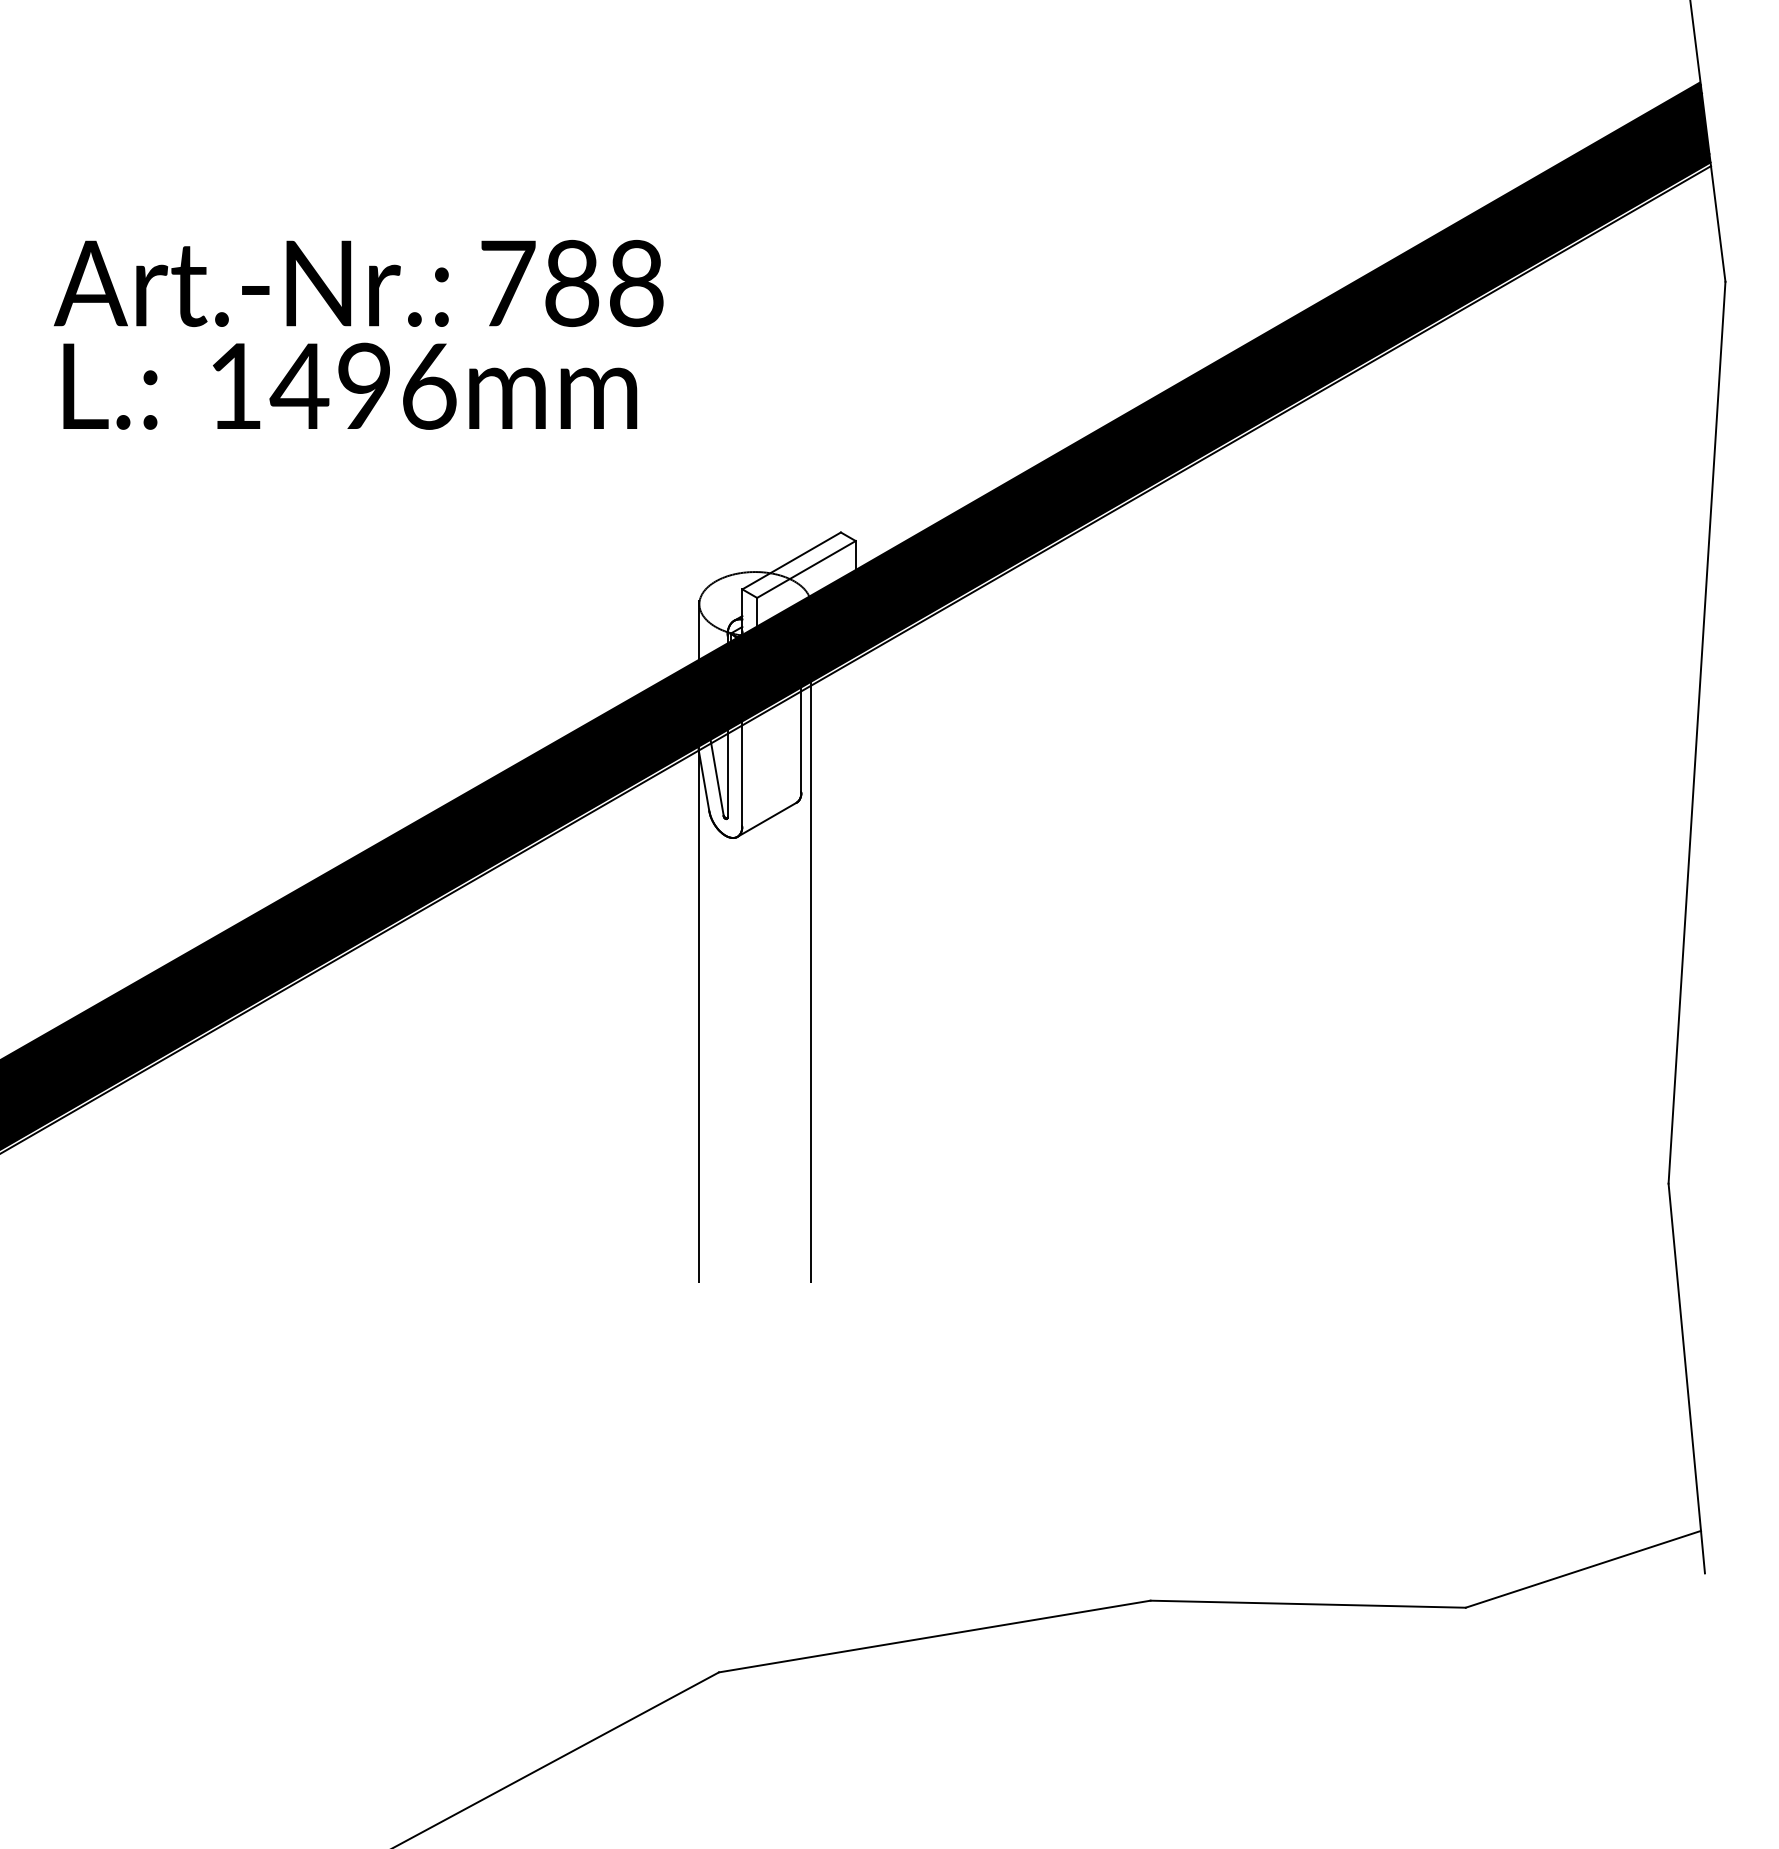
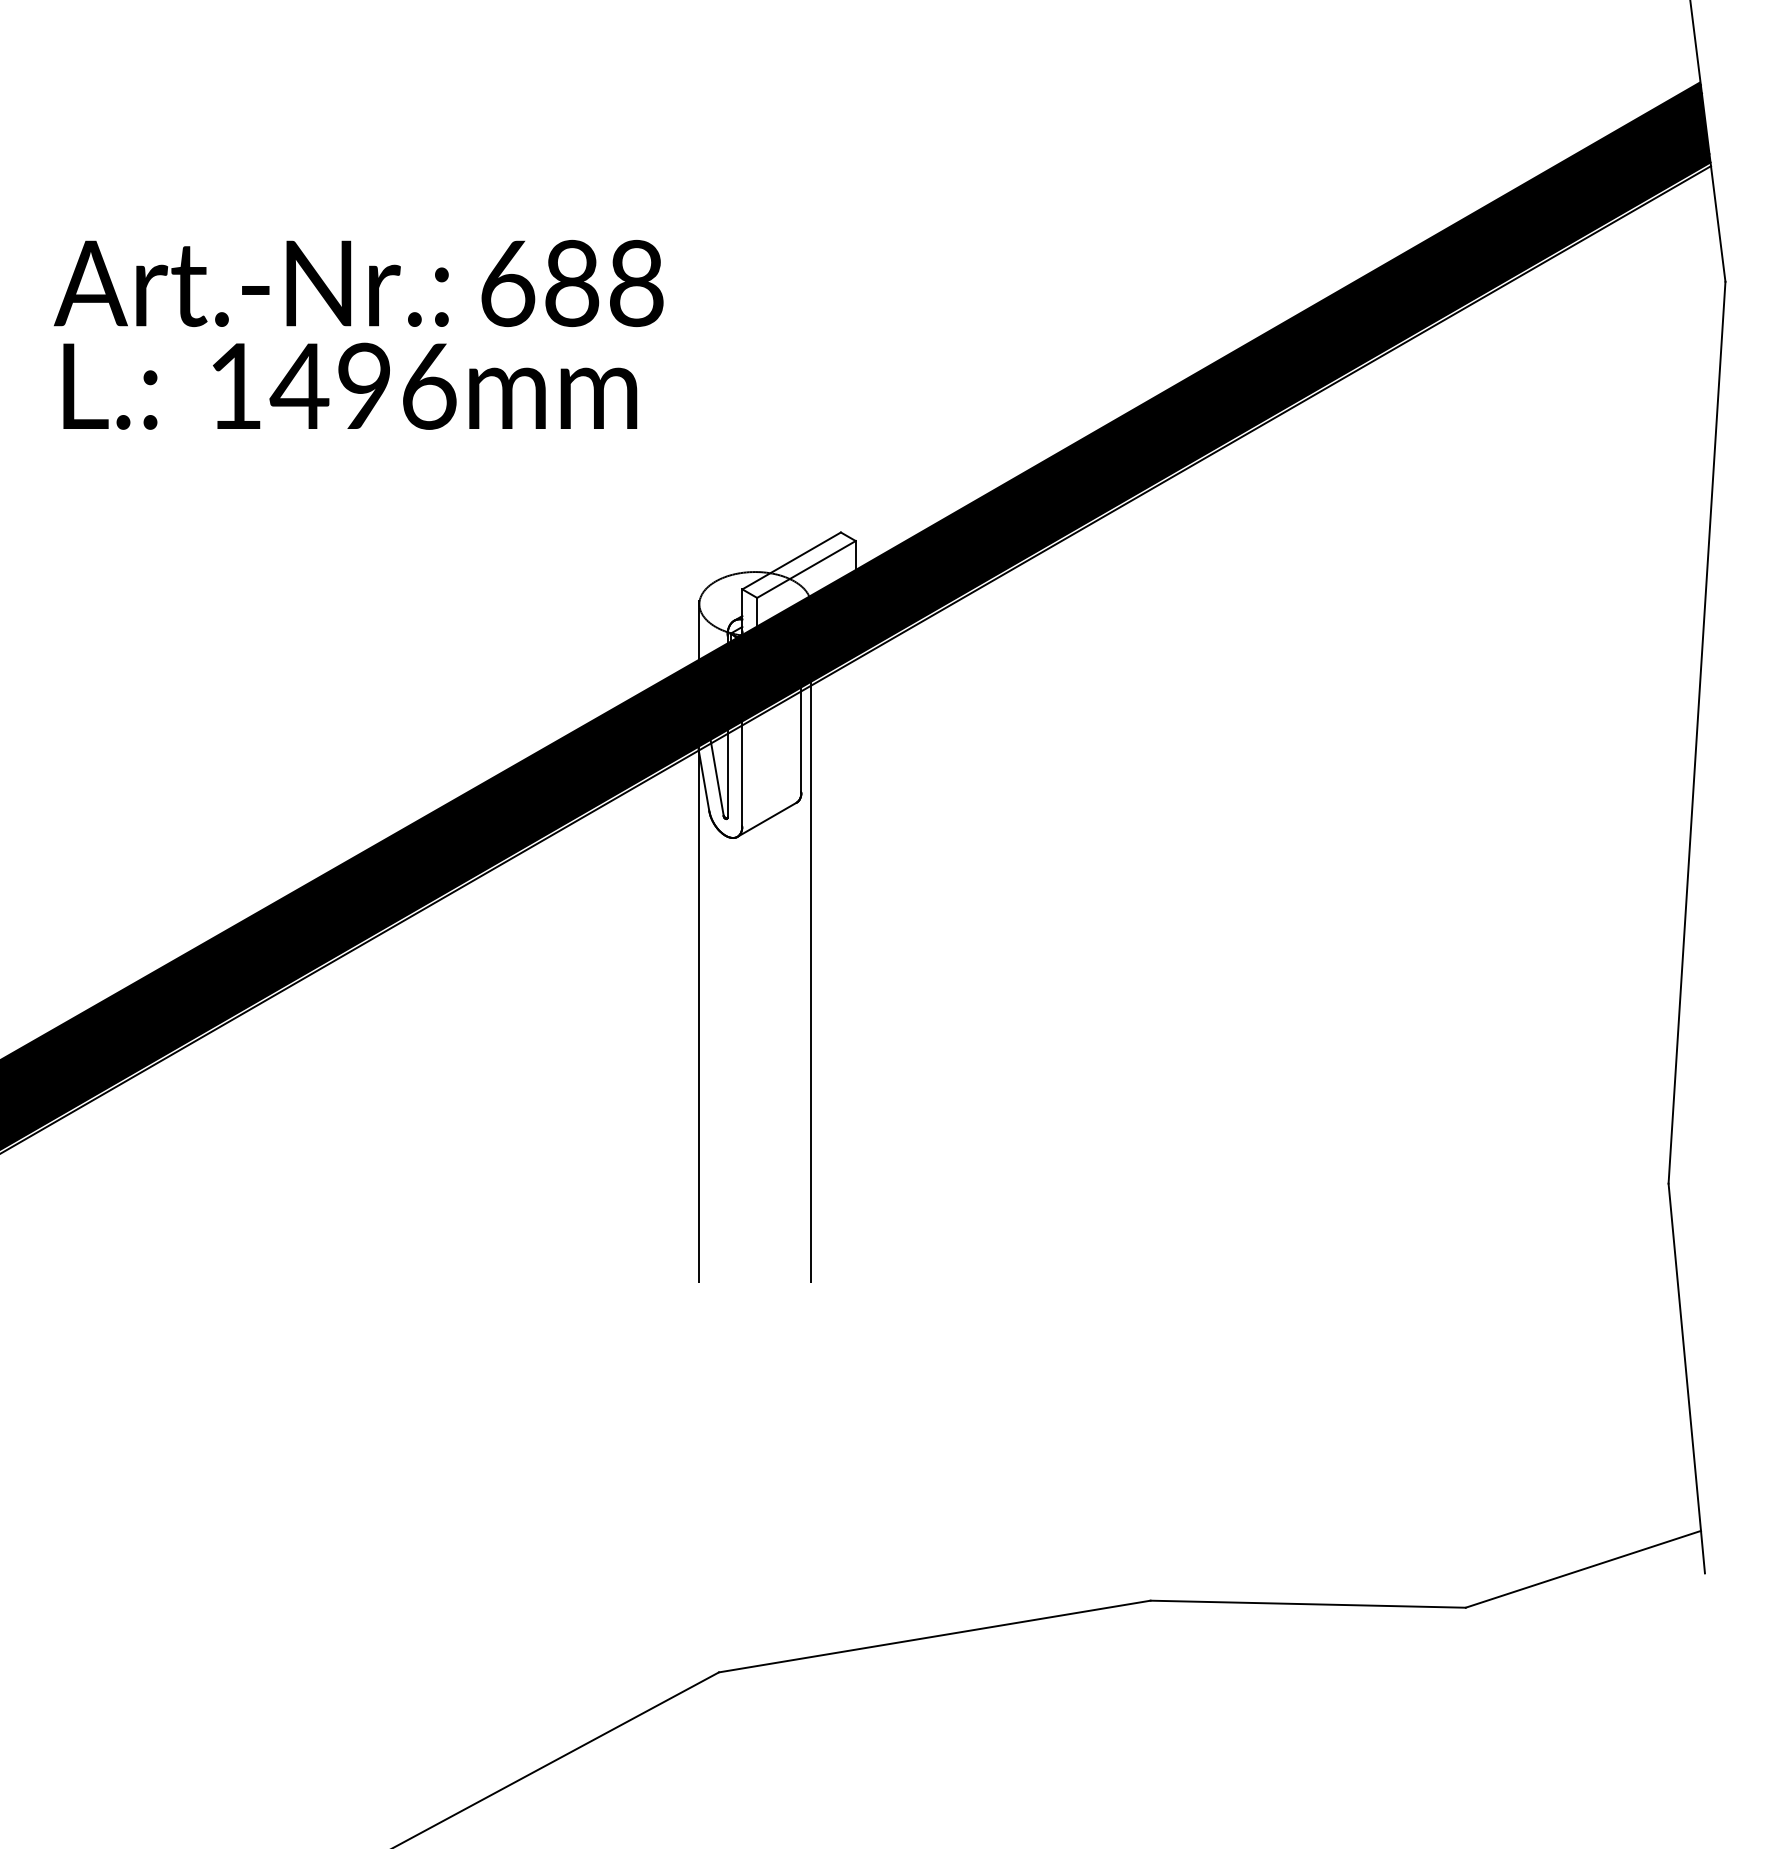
text at (508, 283): 788 -> 688
